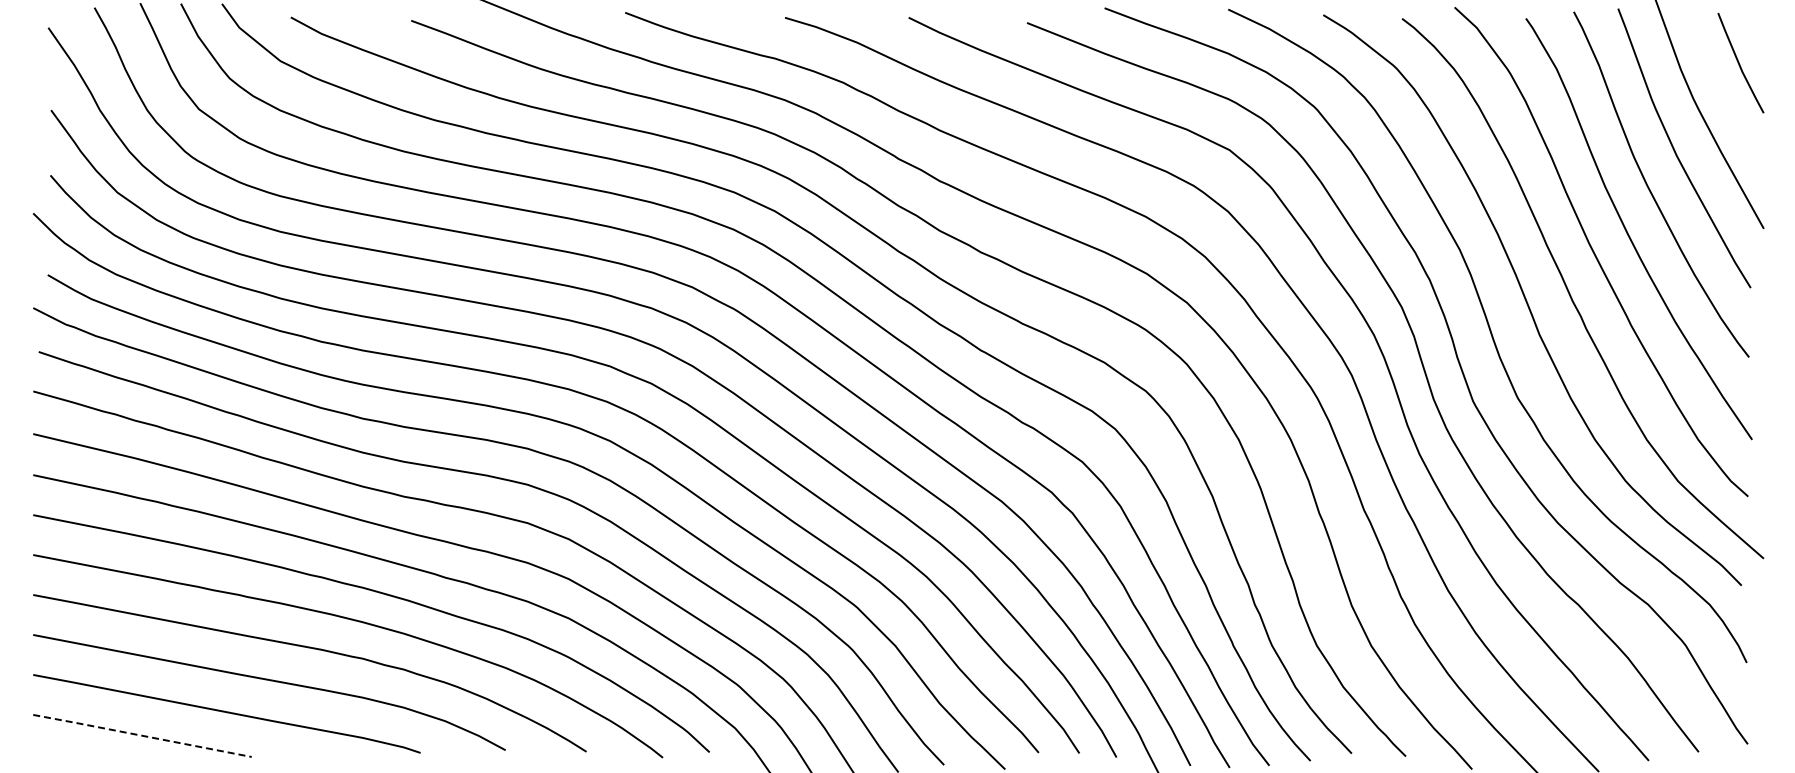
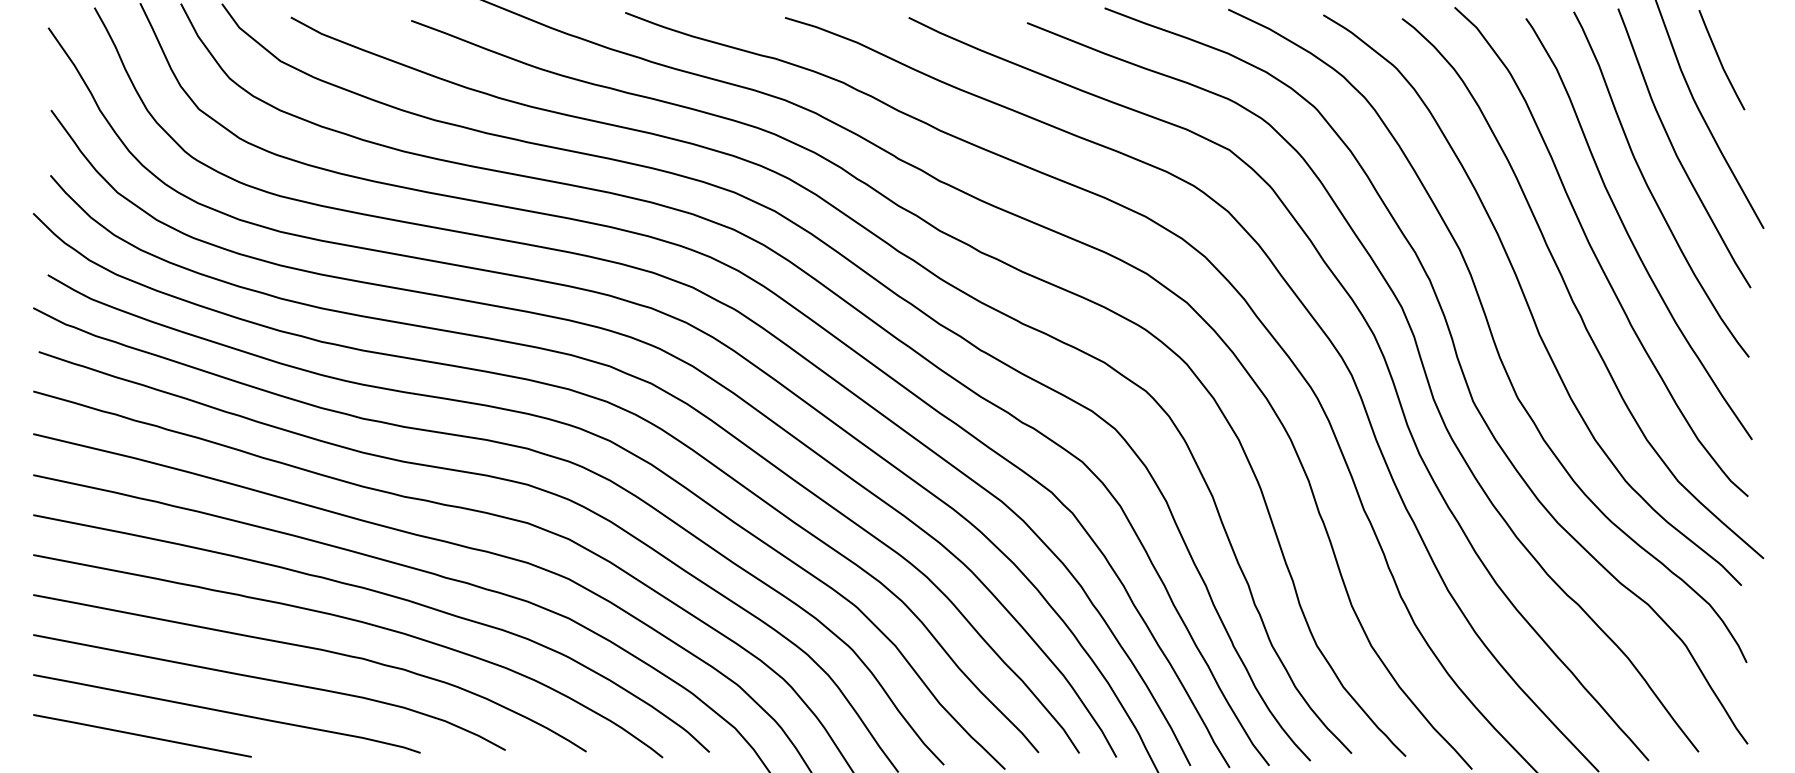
line at (1739, 63) position: (1739, 63) -> (1720, 60)
line at (142, 735): dashed -> solid
